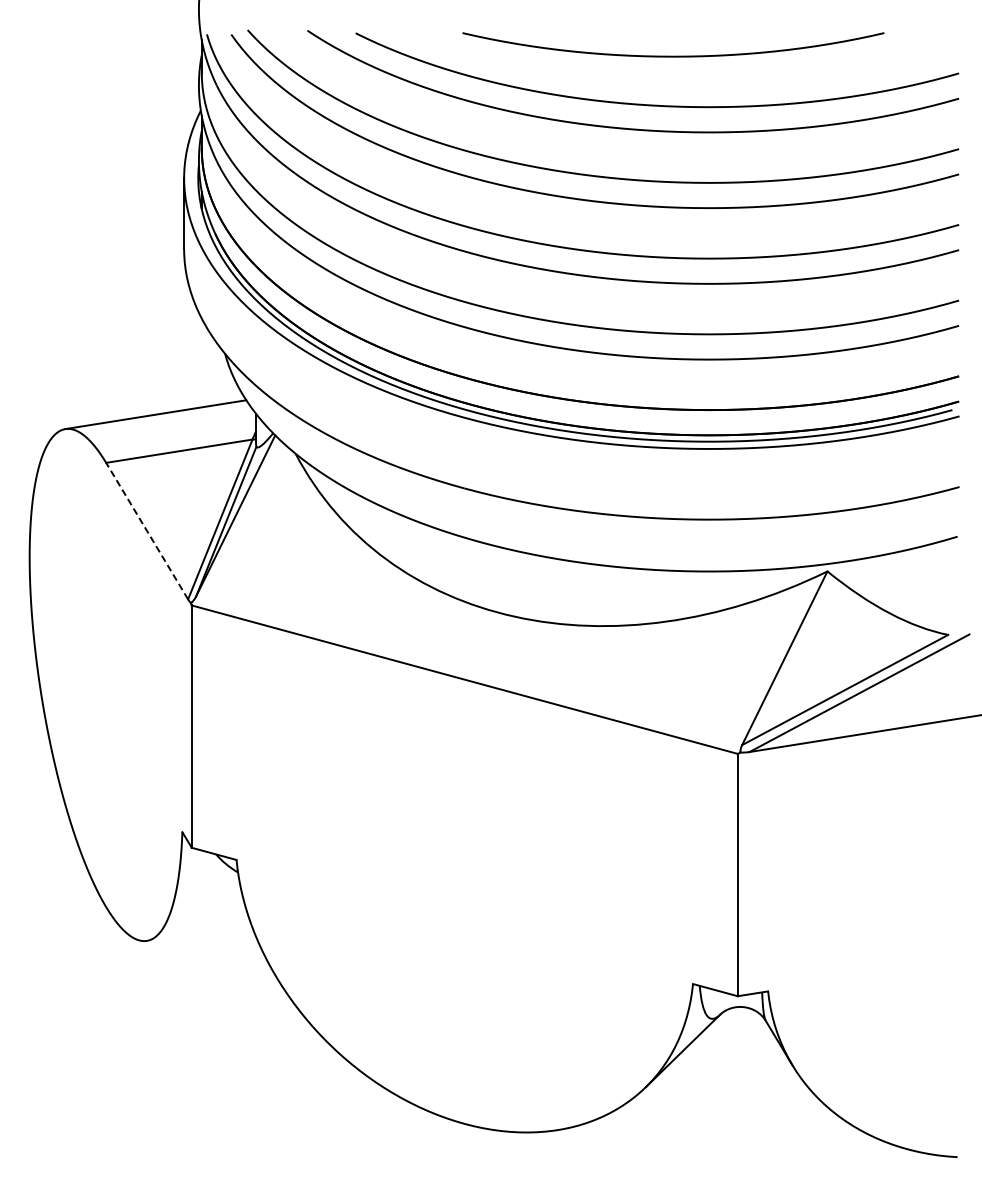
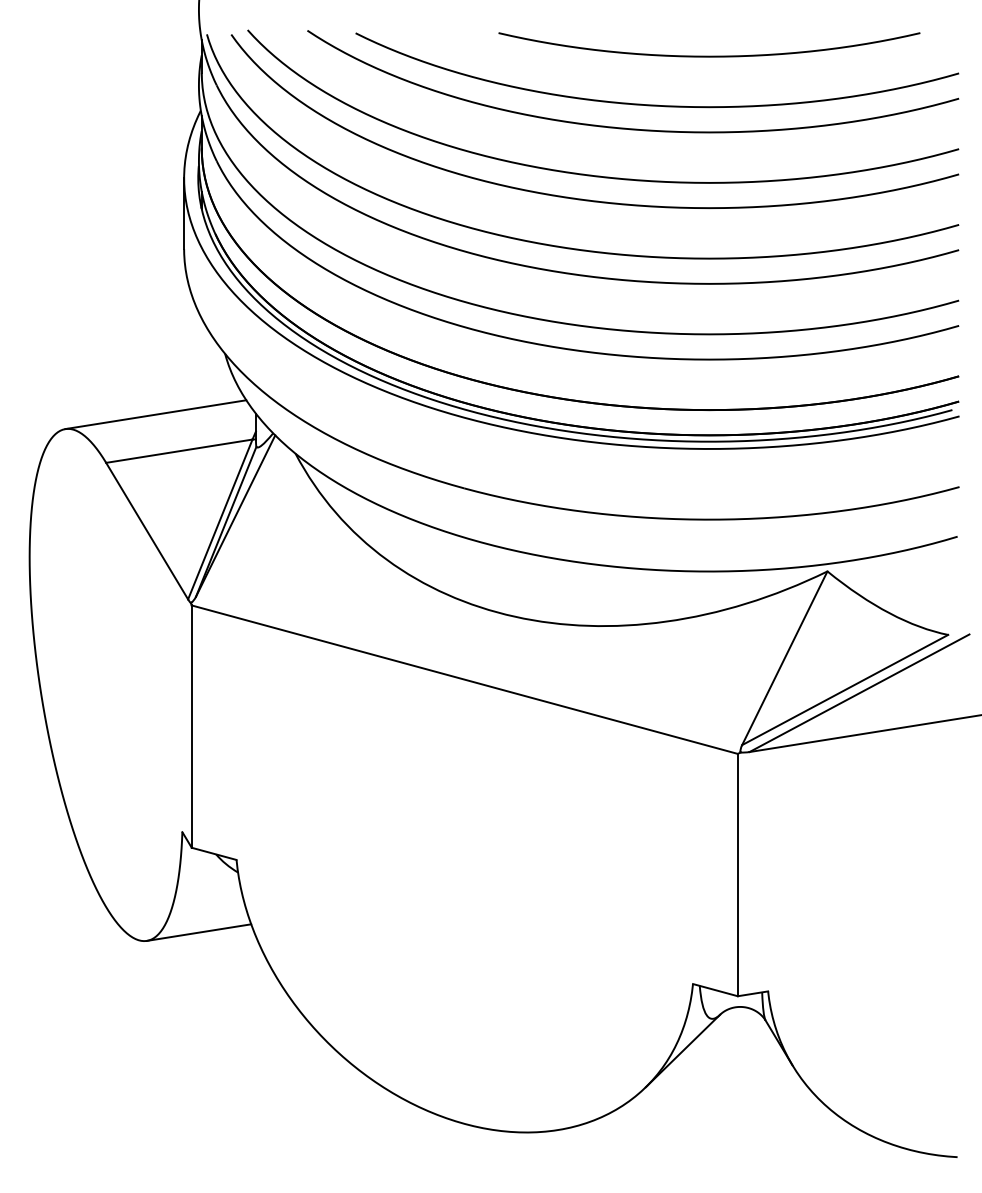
curve at (673, 55) position: (673, 55) -> (709, 55)
line at (147, 531): dashed -> solid
line at (198, 932): none -> present
